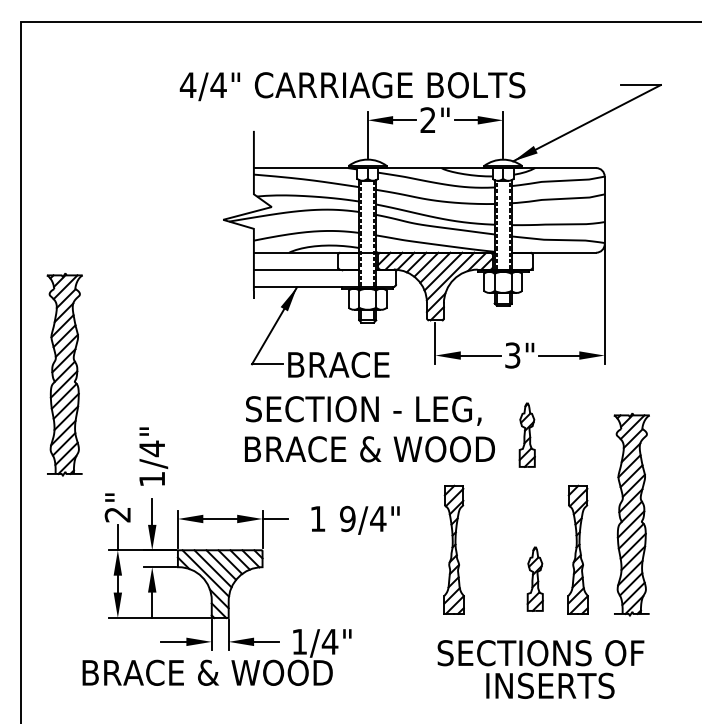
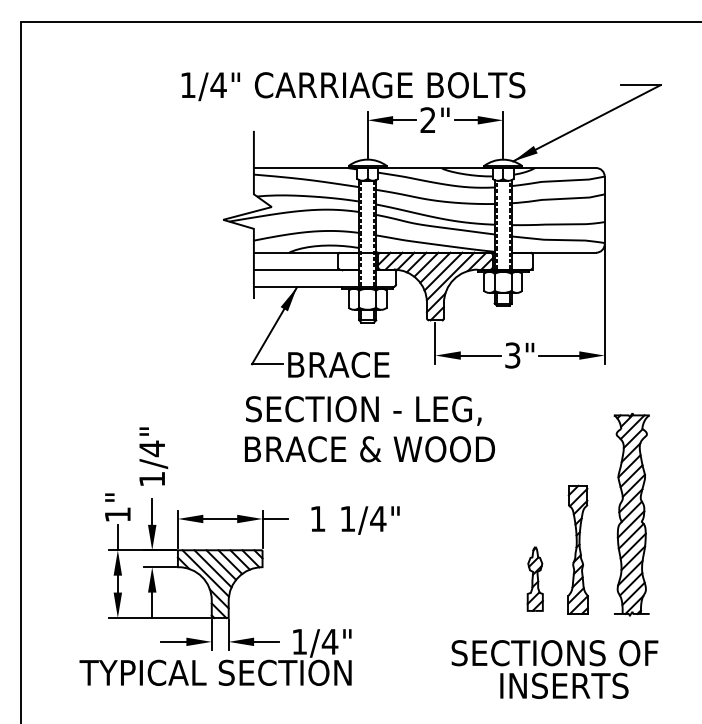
text at (187, 84): 4/4" -> 1/4"
part at (64, 374): present -> none
part at (526, 434): present -> none
text at (117, 514): 2" -> 1"
text at (347, 518): 9/4" -> 1/4"
part at (453, 549): present -> none
text at (540, 669) position: (540, 669) -> (554, 669)
text at (215, 672): BRACE & WOOD -> TYPICAL SECTION
